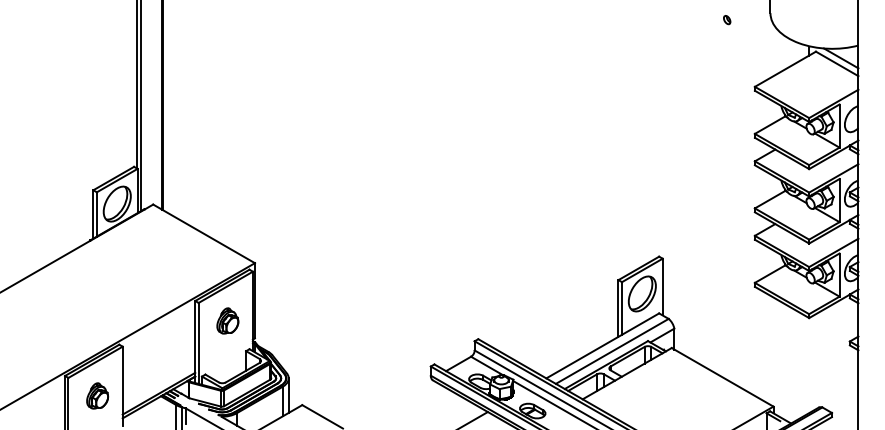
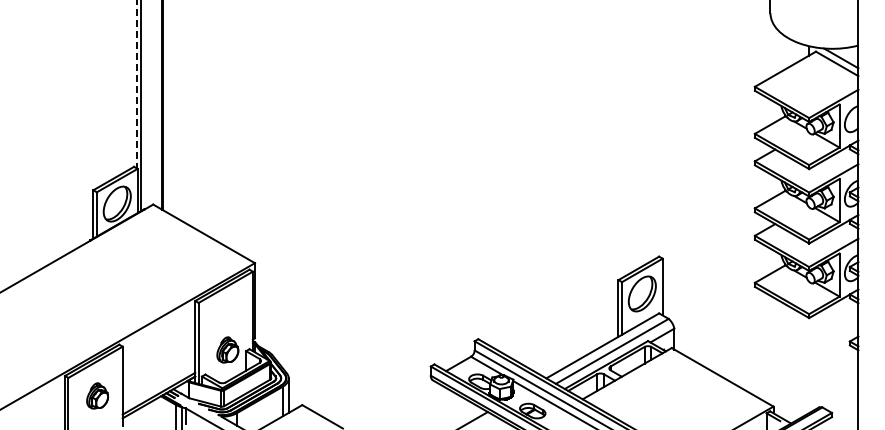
part at (727, 20): present -> none
line at (136, 84): solid -> dashed
part at (227, 320) position: (227, 320) -> (227, 349)
